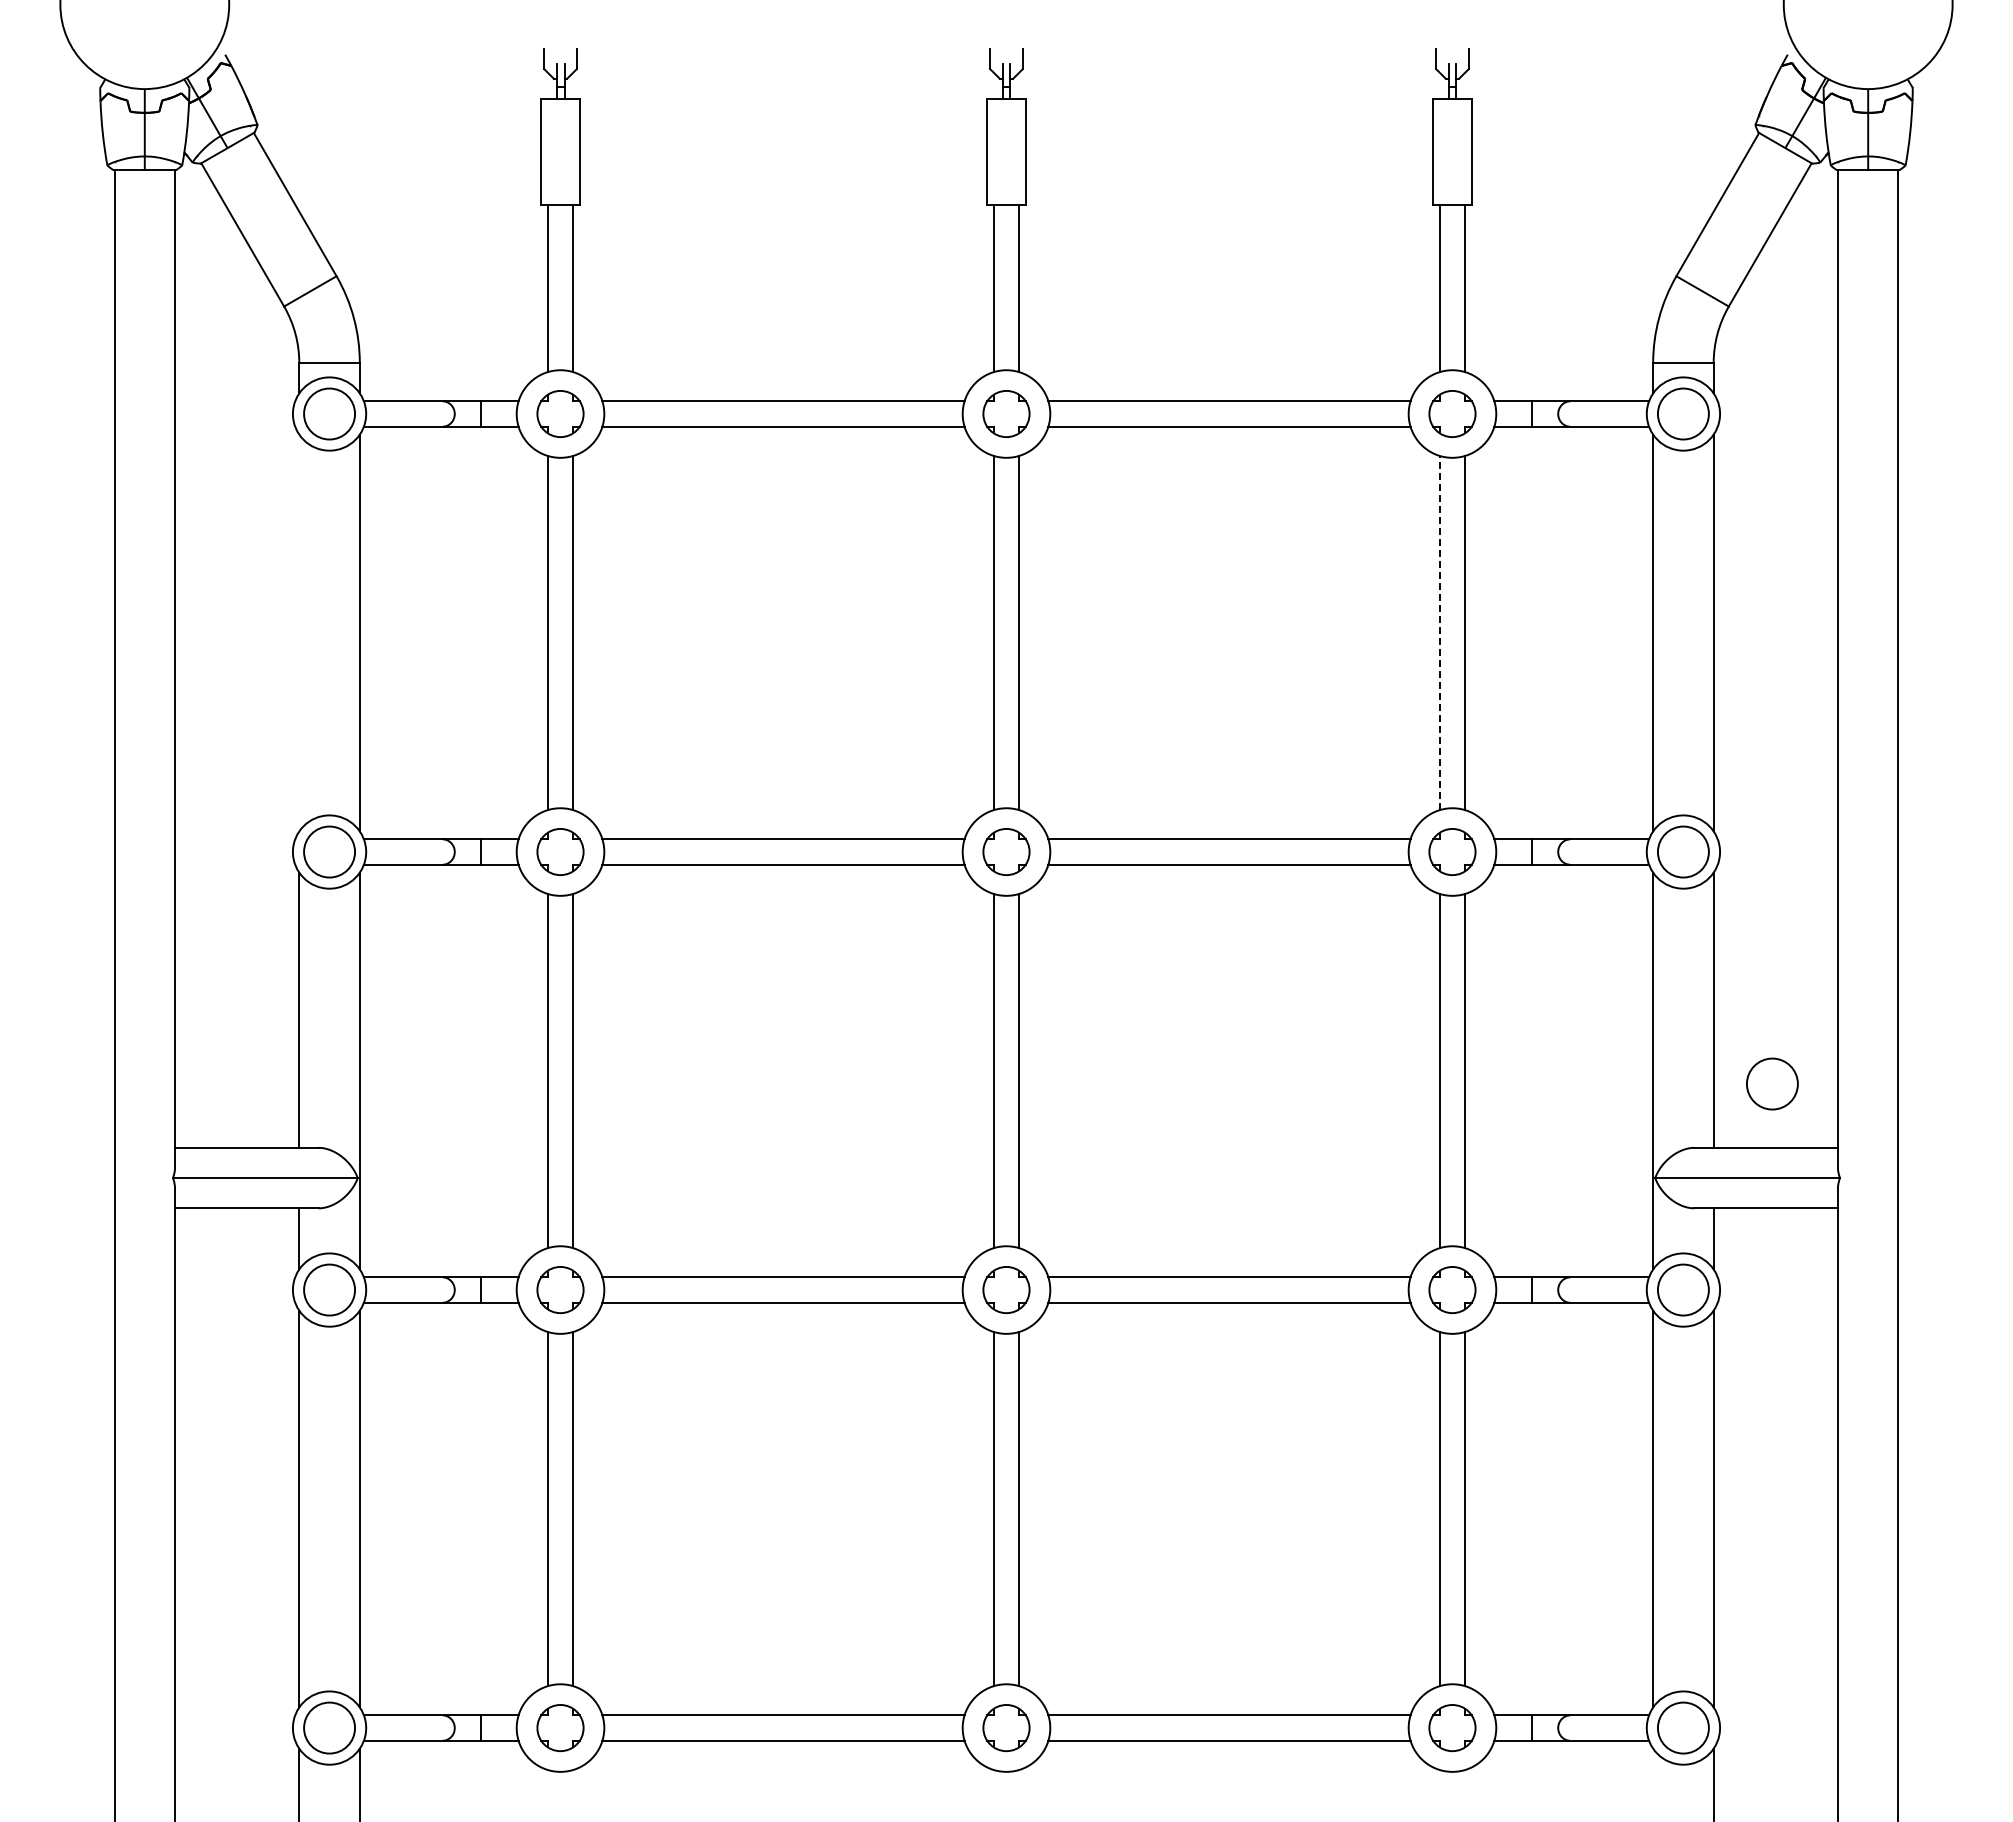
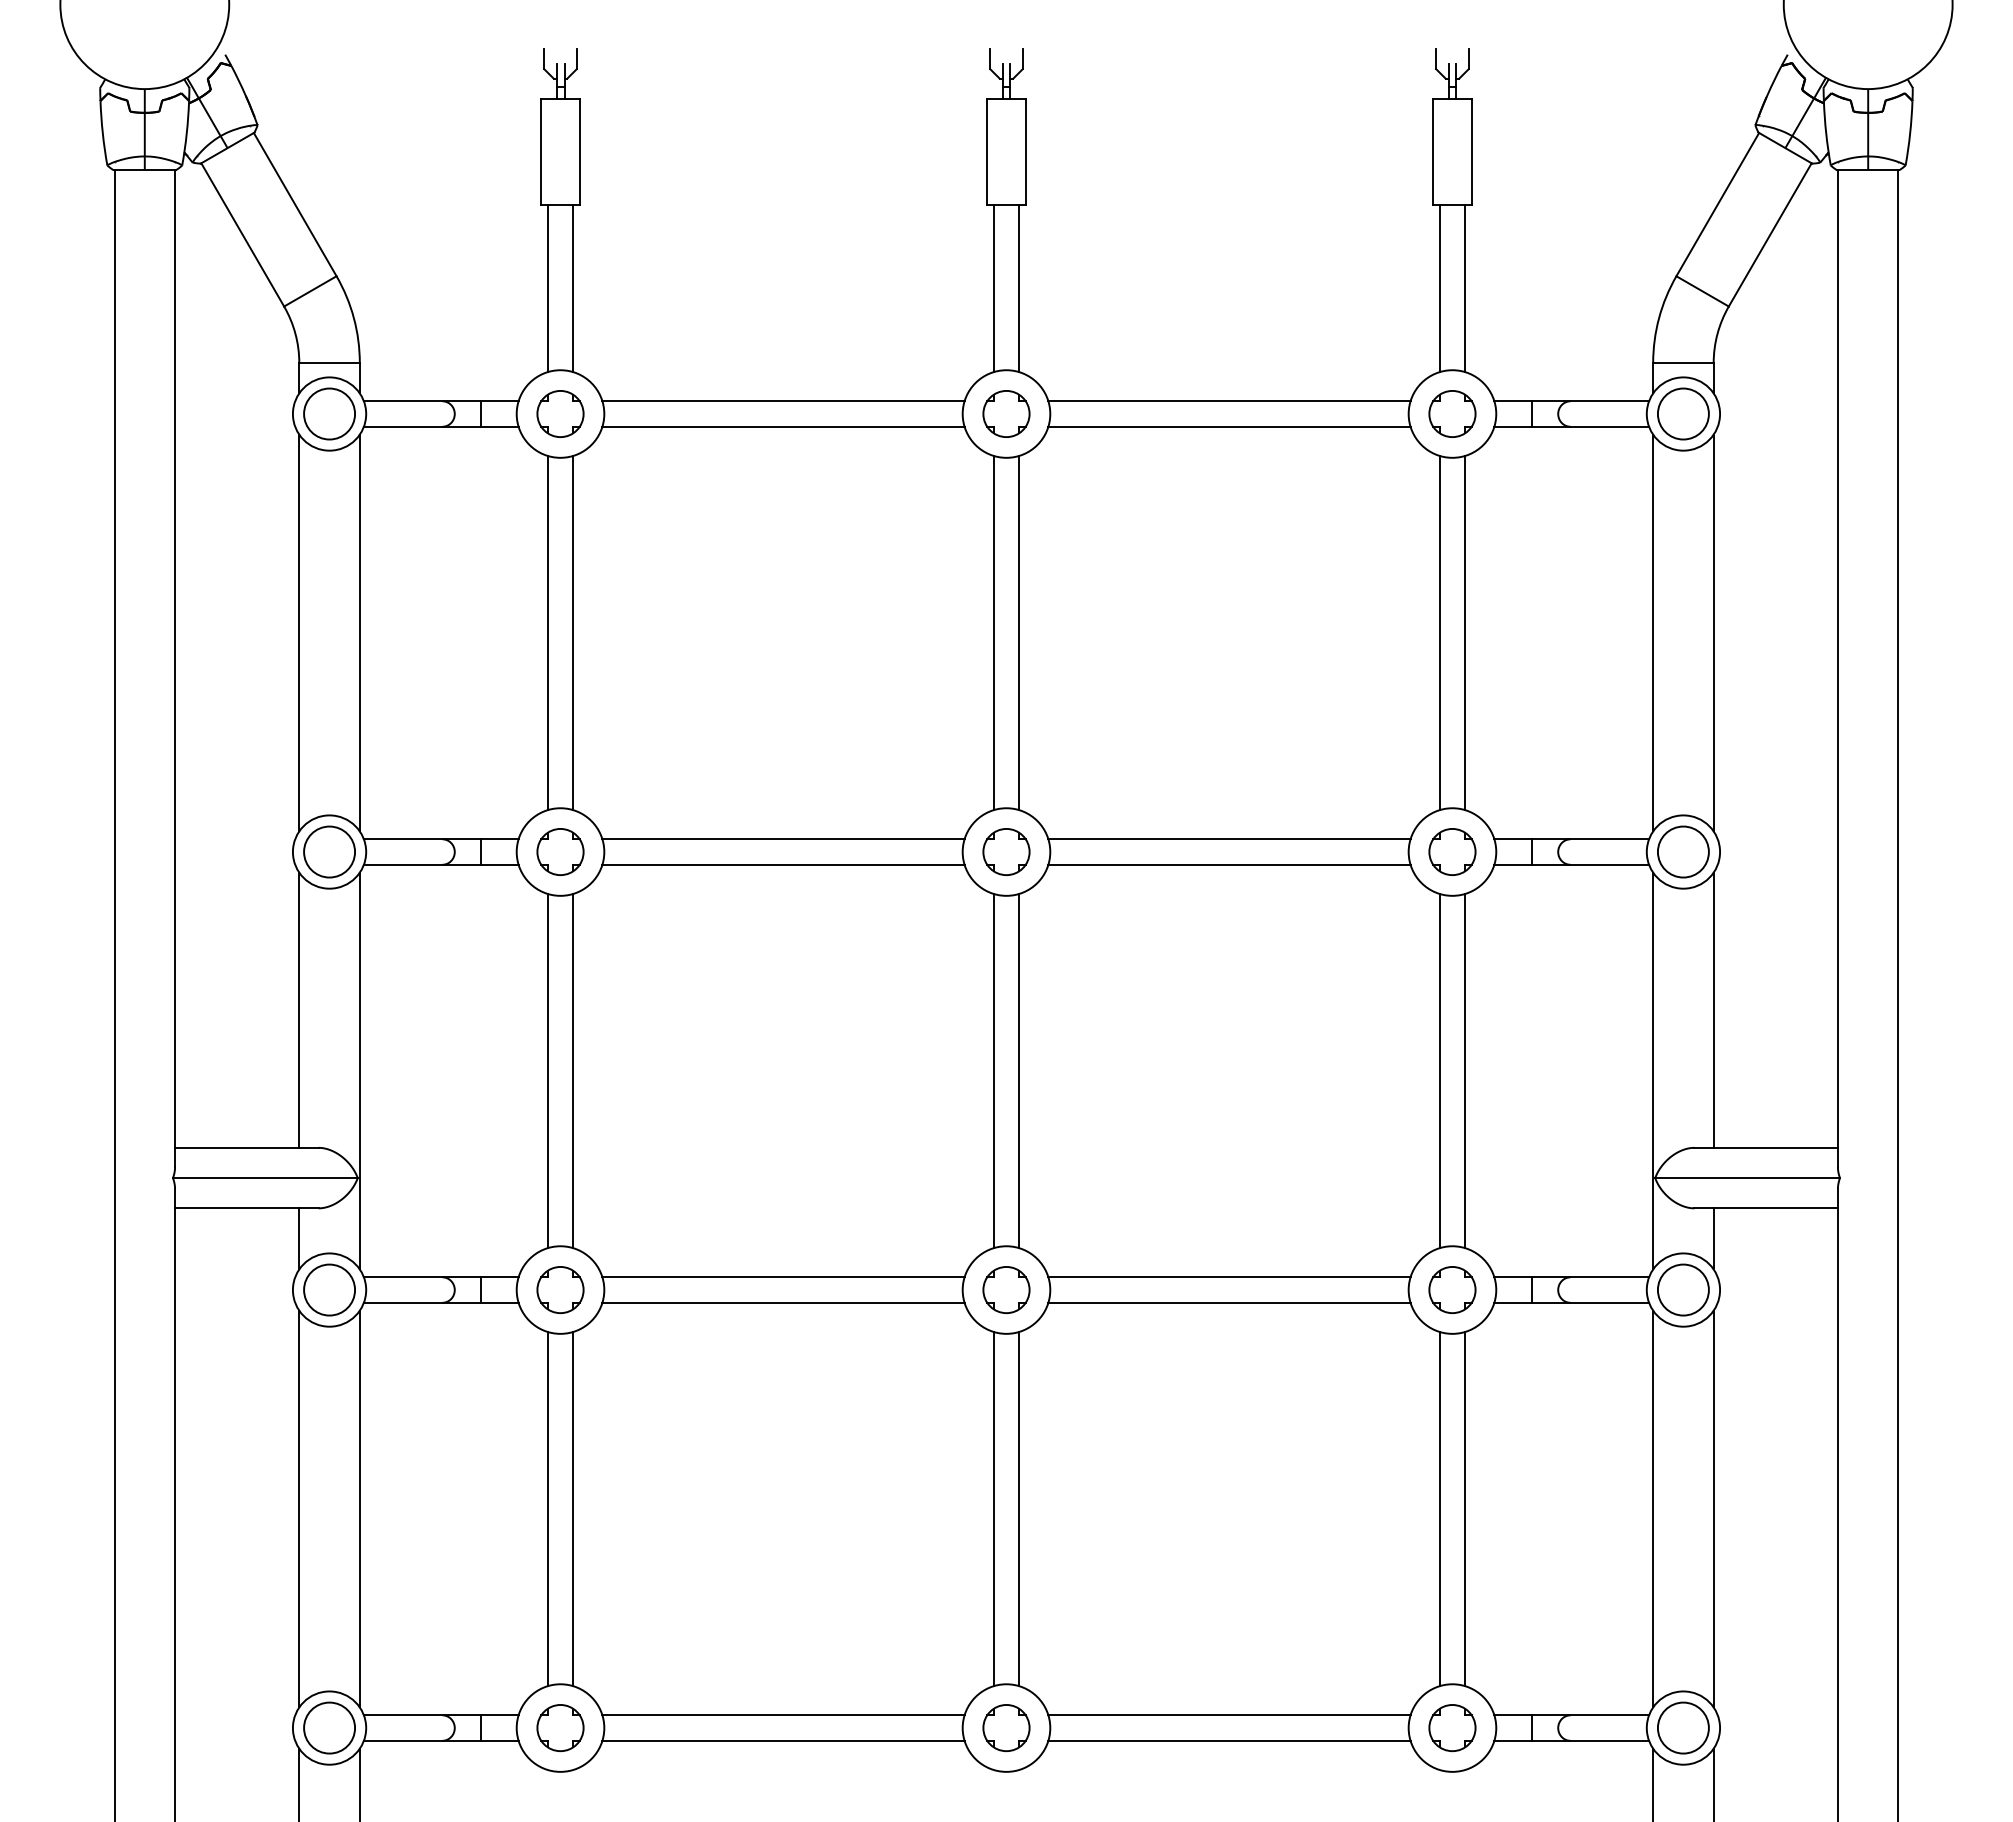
line at (299, 632): none -> present
line at (1439, 632): dashed -> solid
circle at (1772, 1083): present -> none
line at (1653, 1783): none -> present
